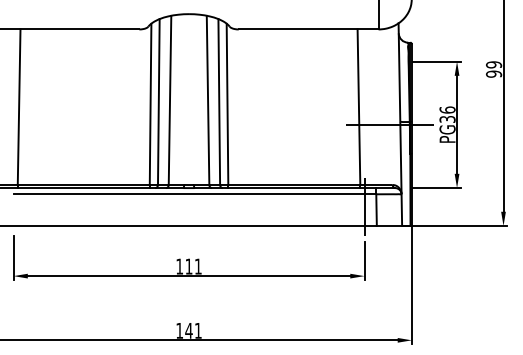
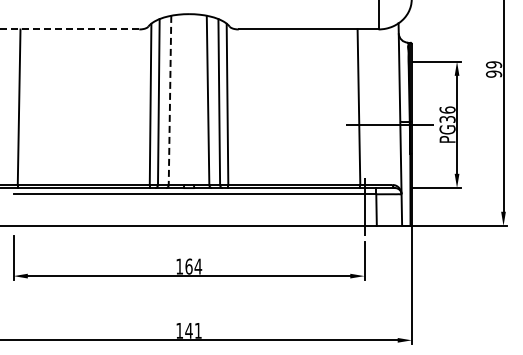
line at (69, 29): solid -> dashed
line at (170, 100): solid -> dashed
text at (193, 266): 111 -> 164
